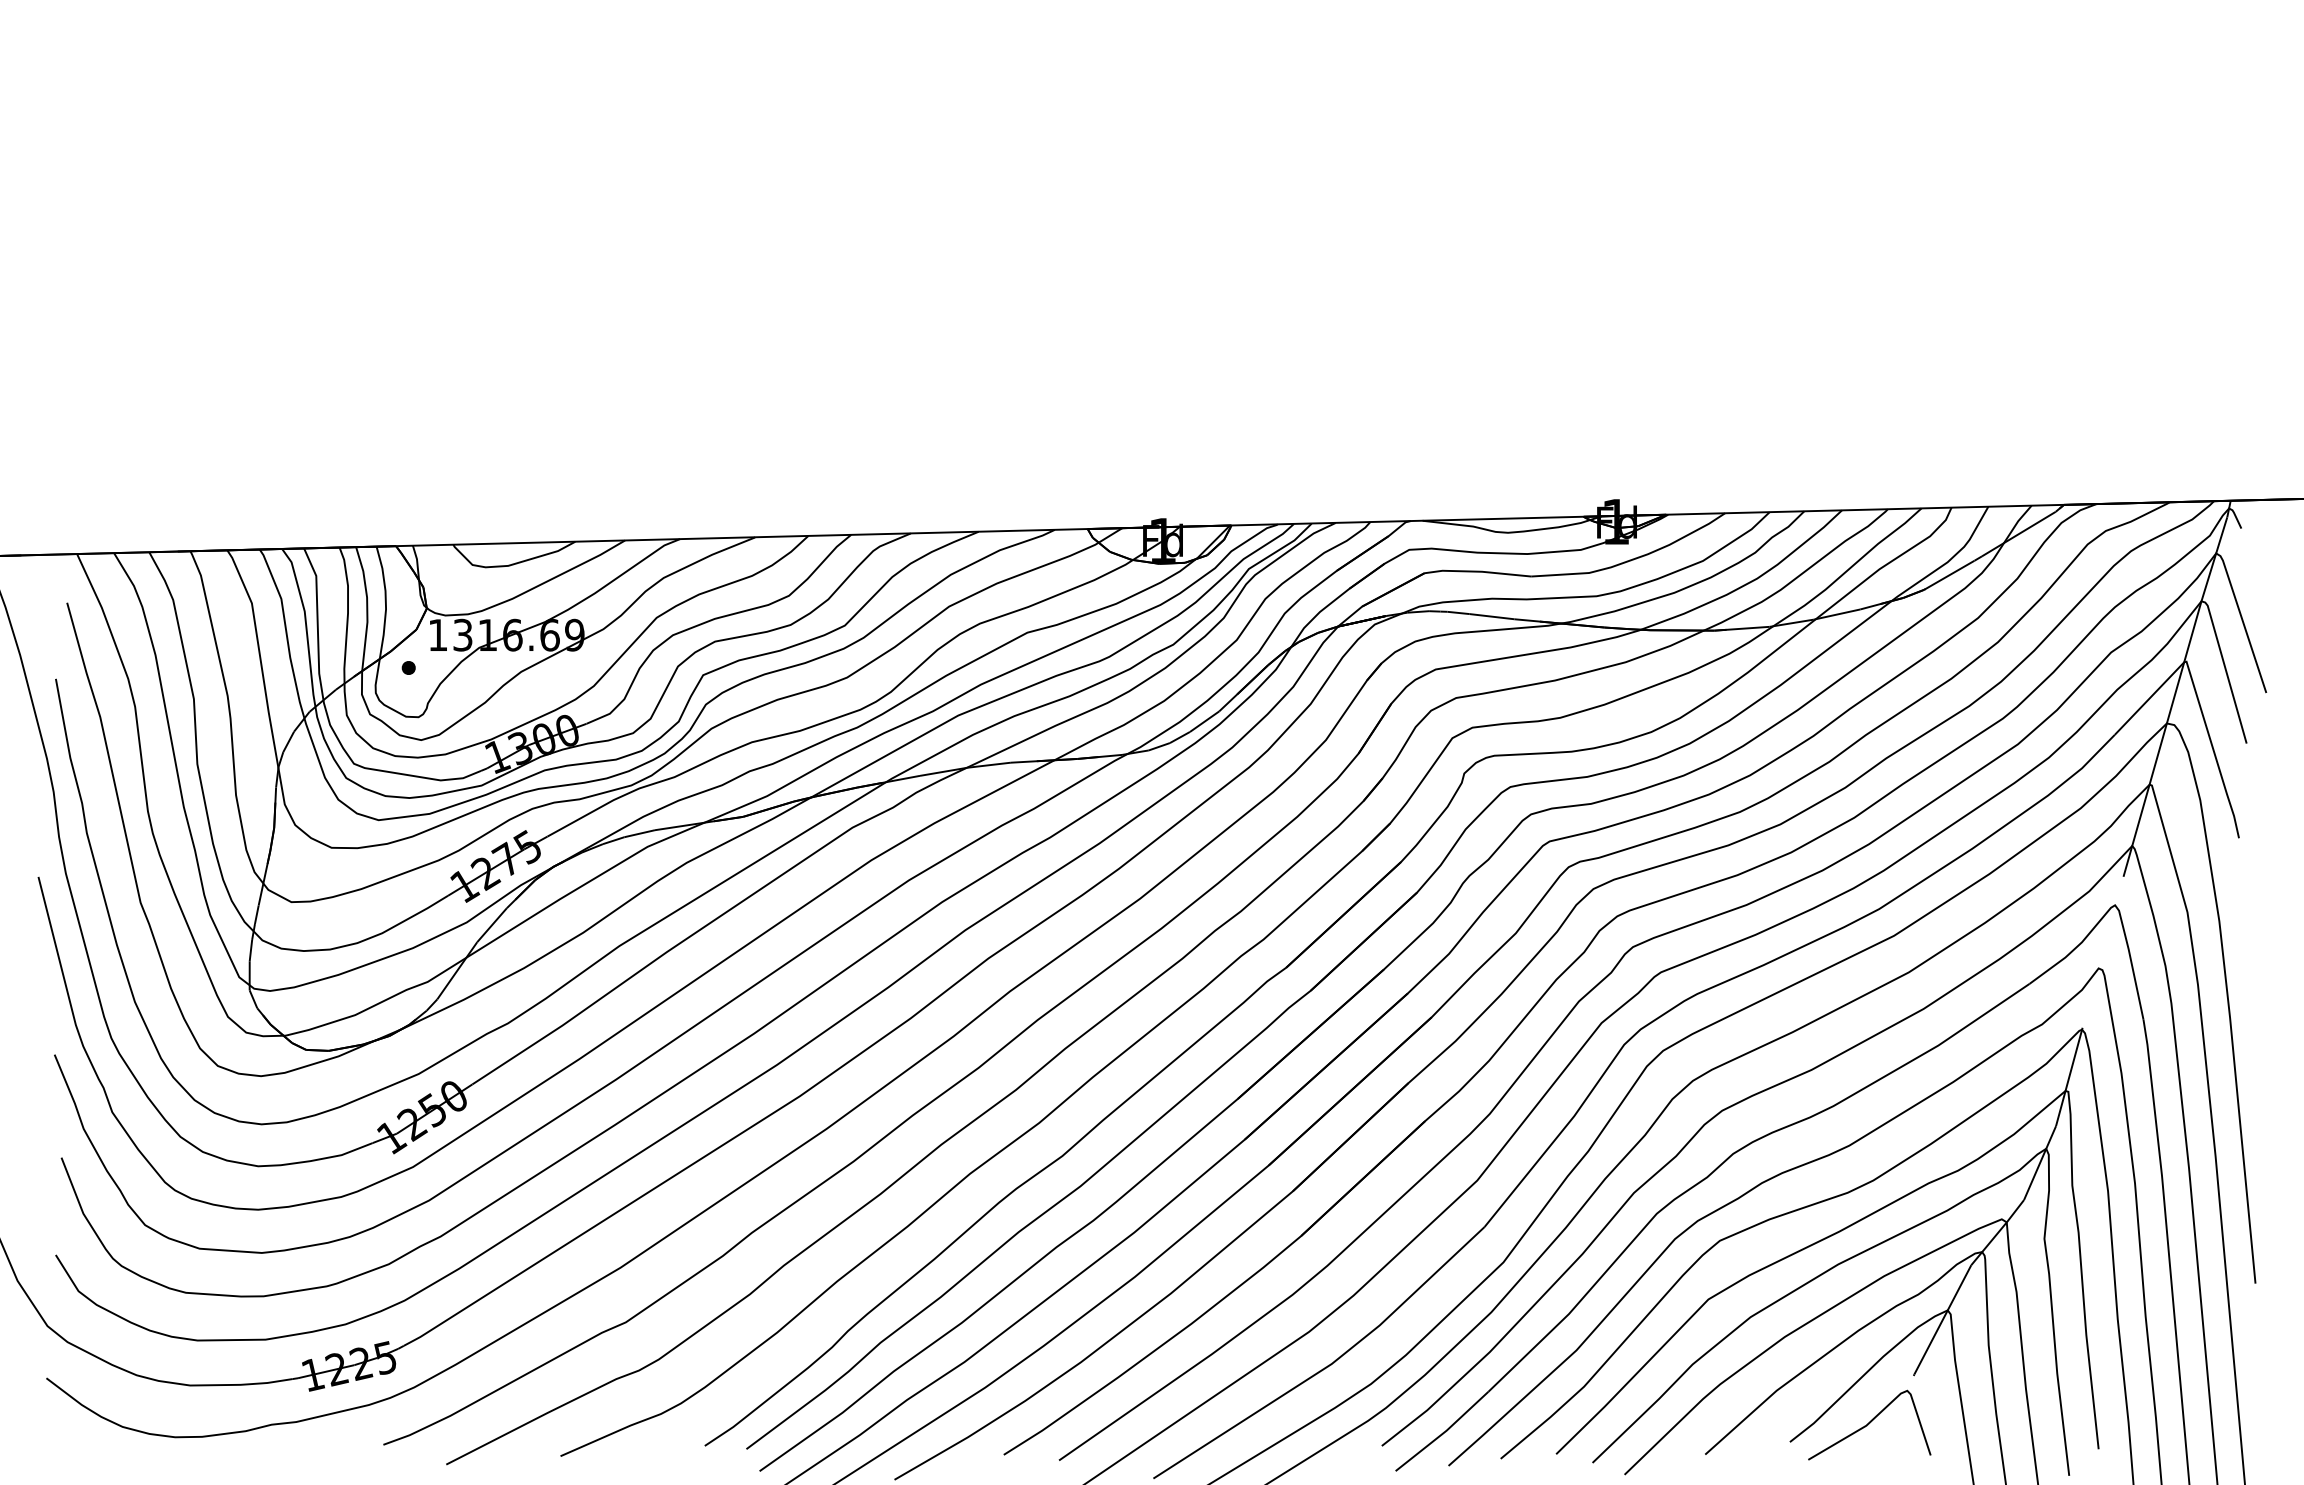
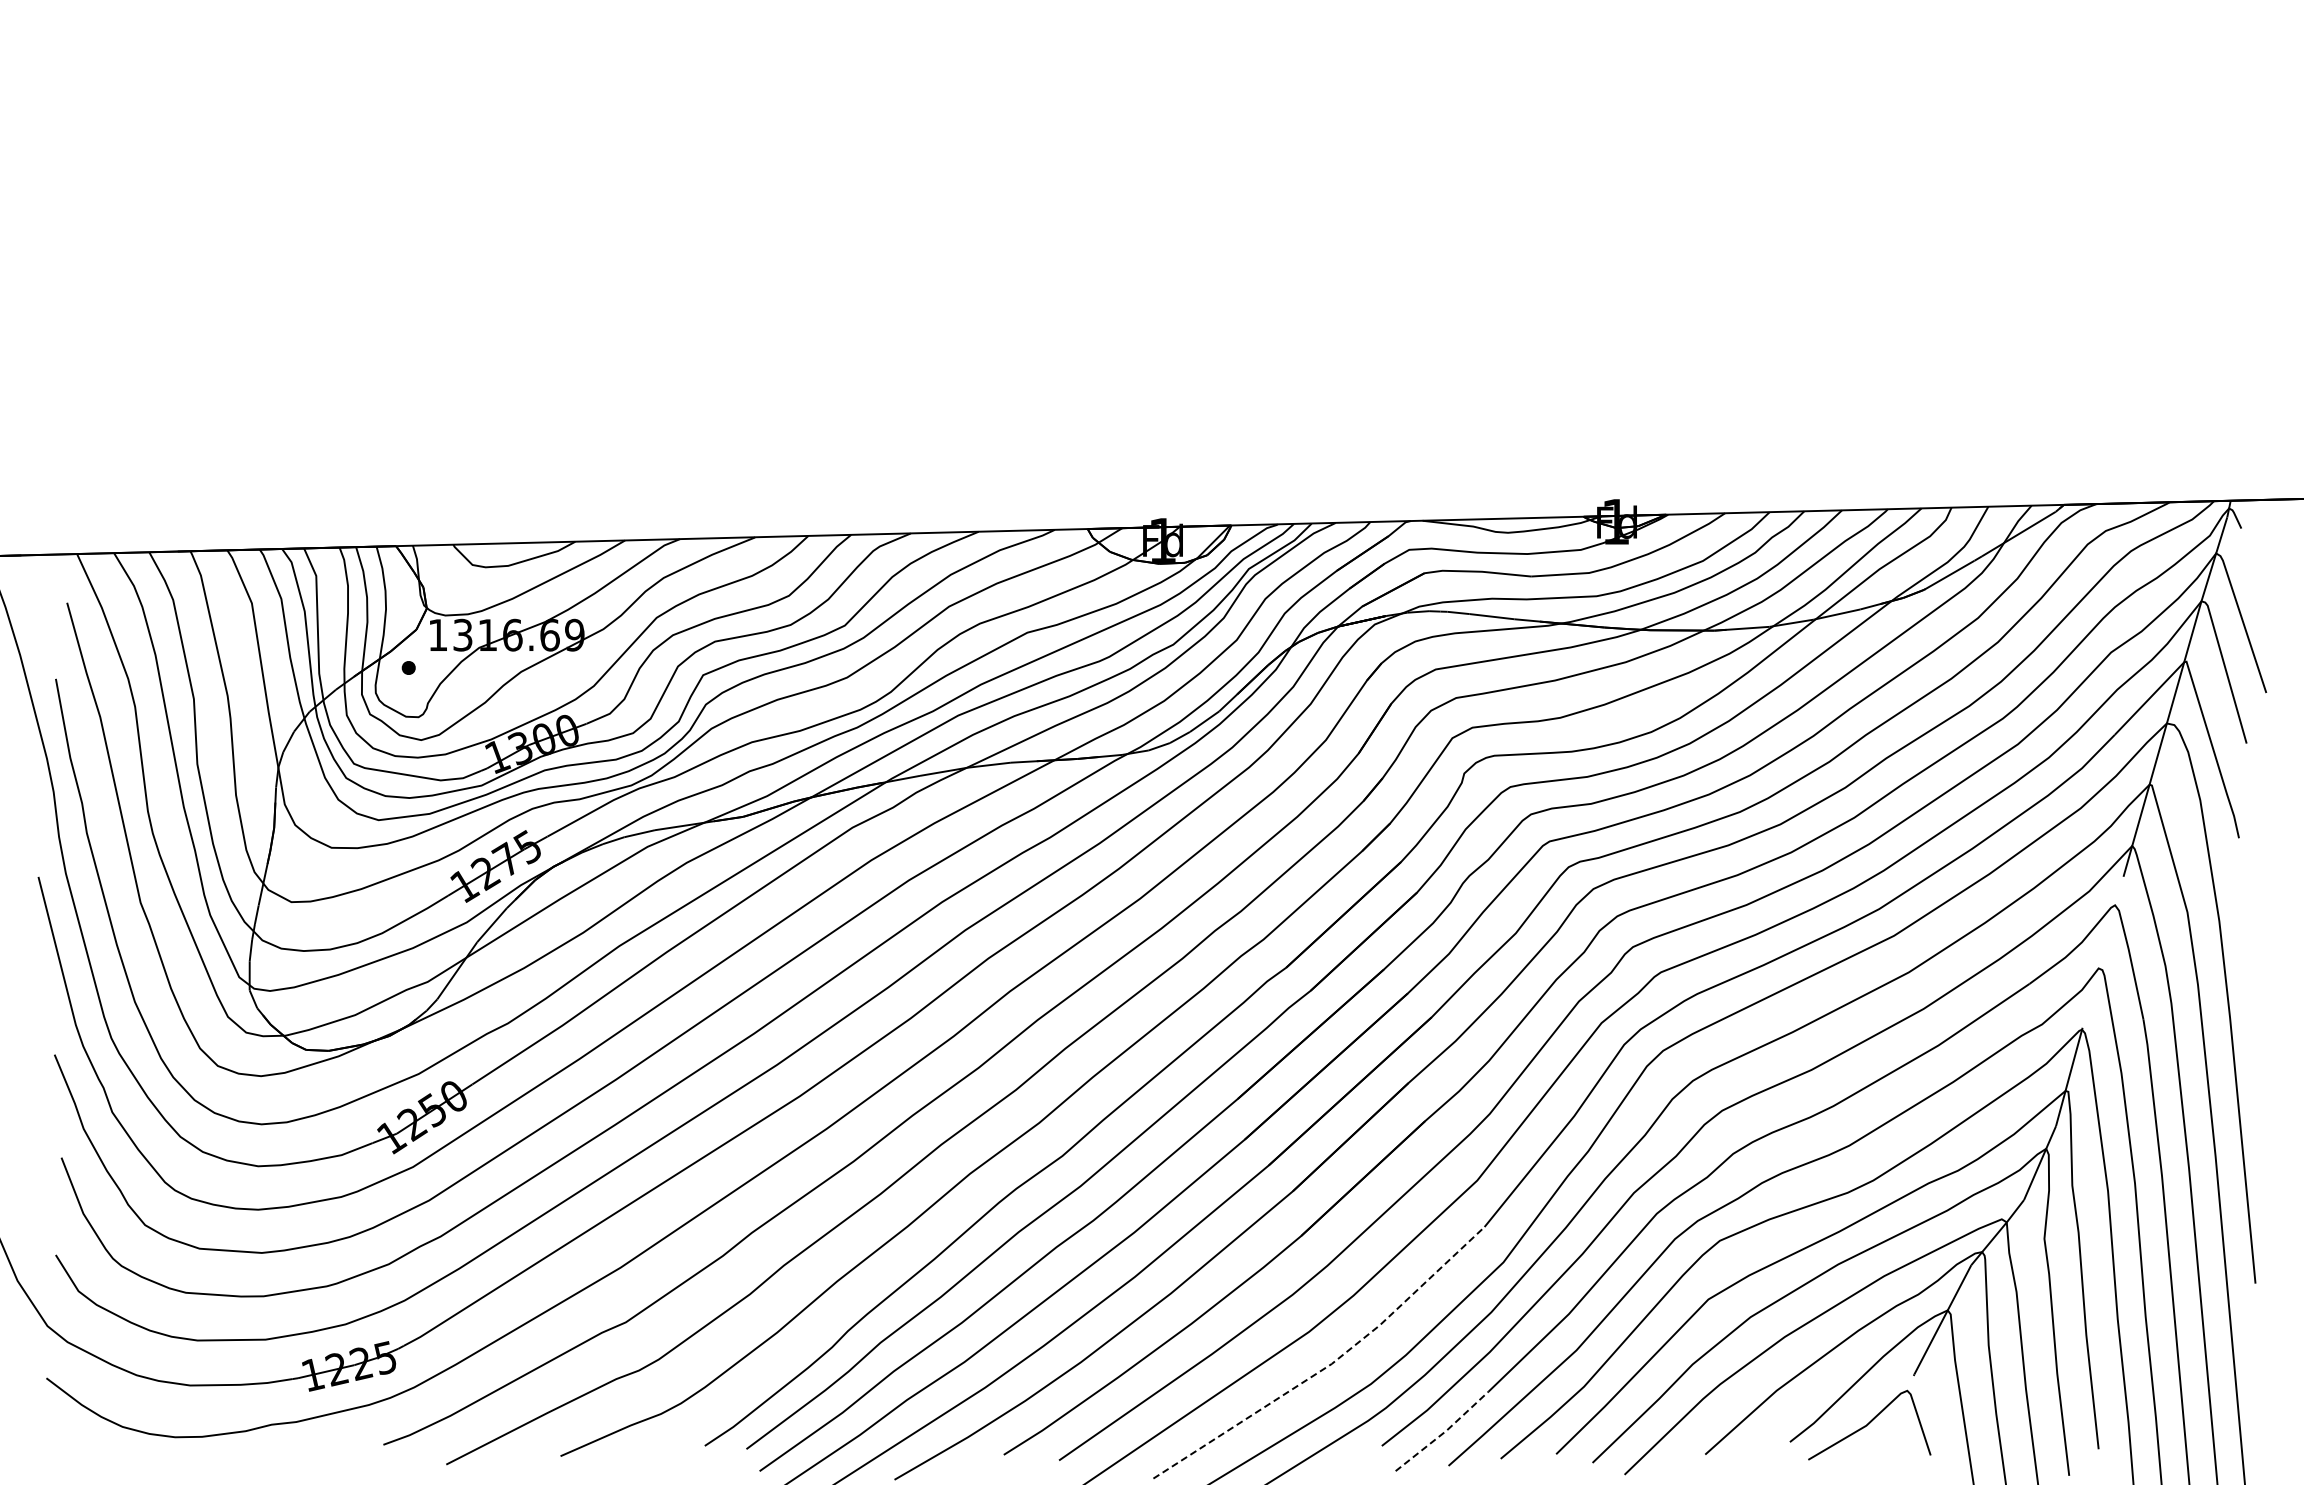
line at (1330, 1365): solid -> dashed
line at (1444, 1432): solid -> dashed
